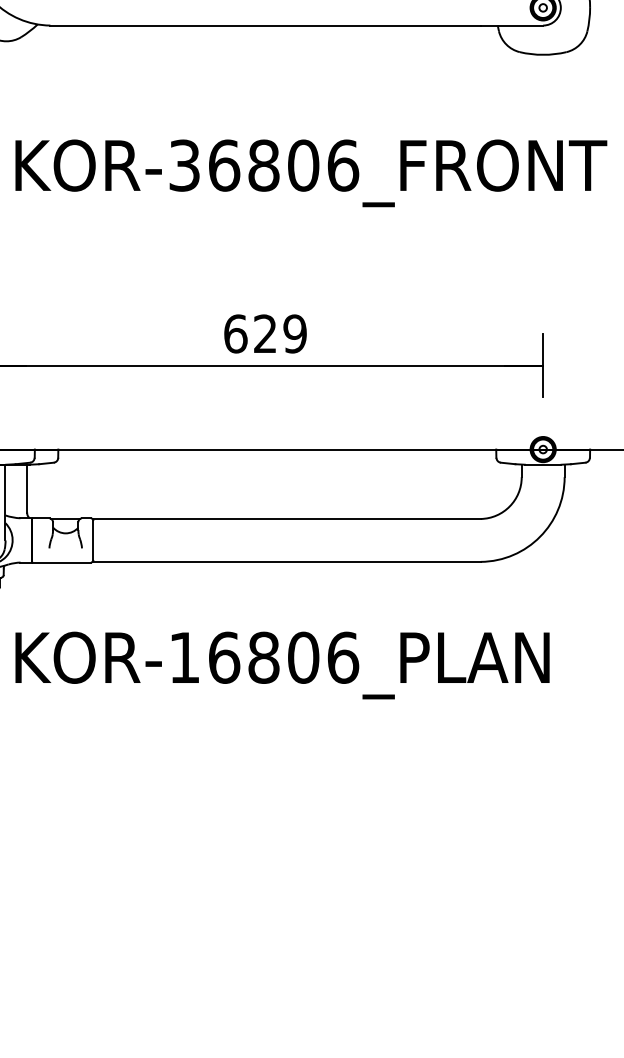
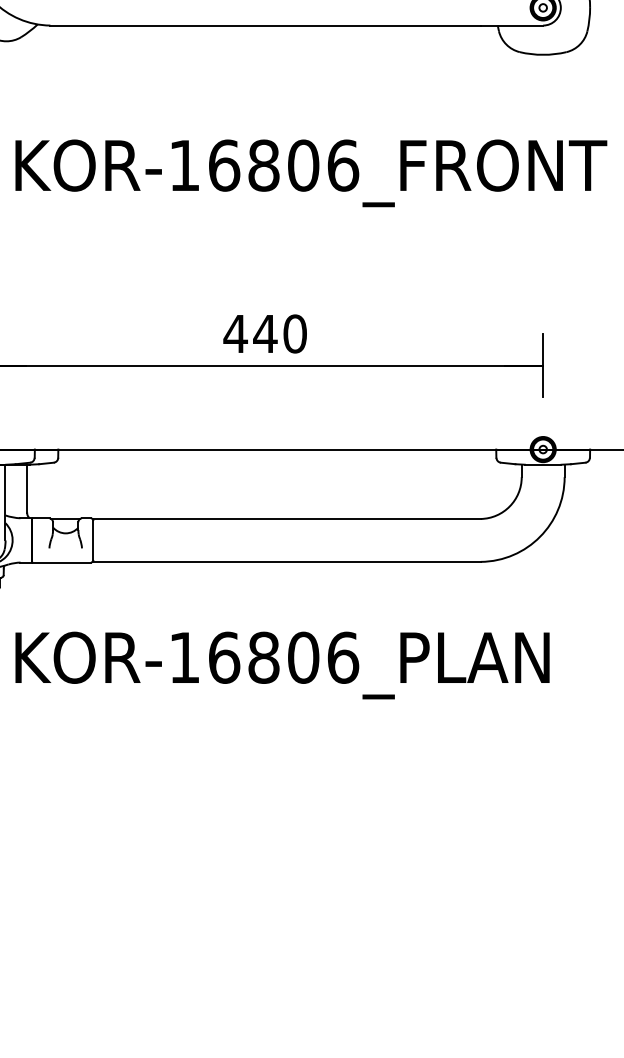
text at (184, 165): KOR-36806_FRONT -> KOR-16806_FRONT
text at (264, 333): 629 -> 440
